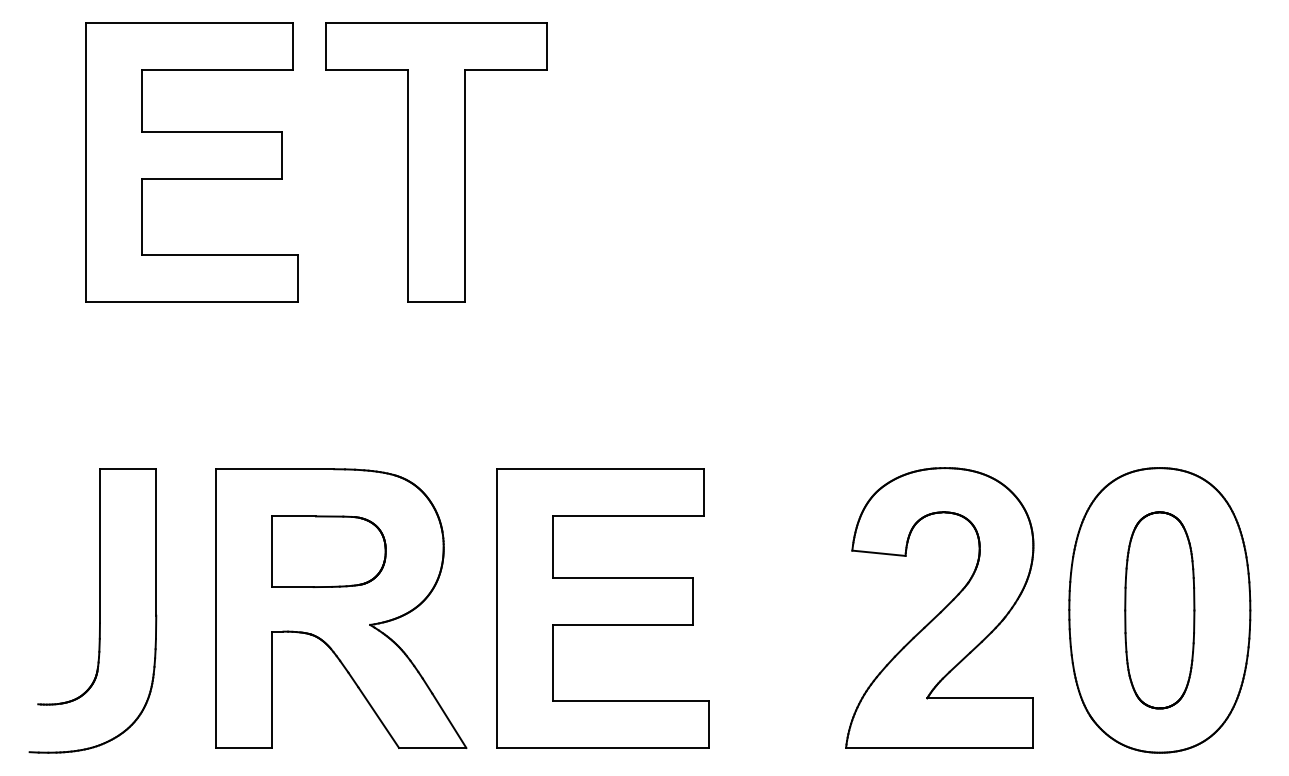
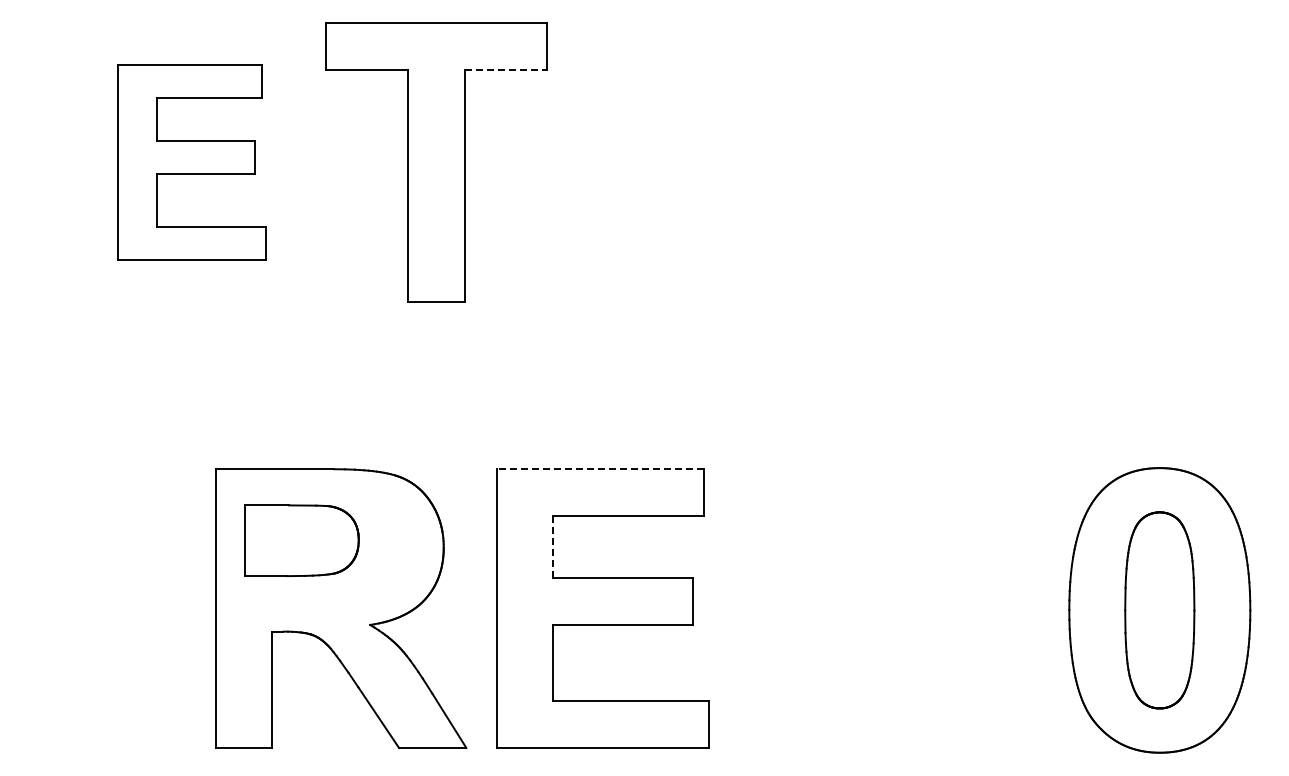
line at (506, 70): solid -> dashed
part at (191, 162) size: 214x281 px -> 150x197 px
line at (599, 469): solid -> dashed
line at (553, 547): solid -> dashed
part at (328, 551) position: (328, 551) -> (301, 540)
part at (939, 607): present -> none
part at (99, 610): present -> none
